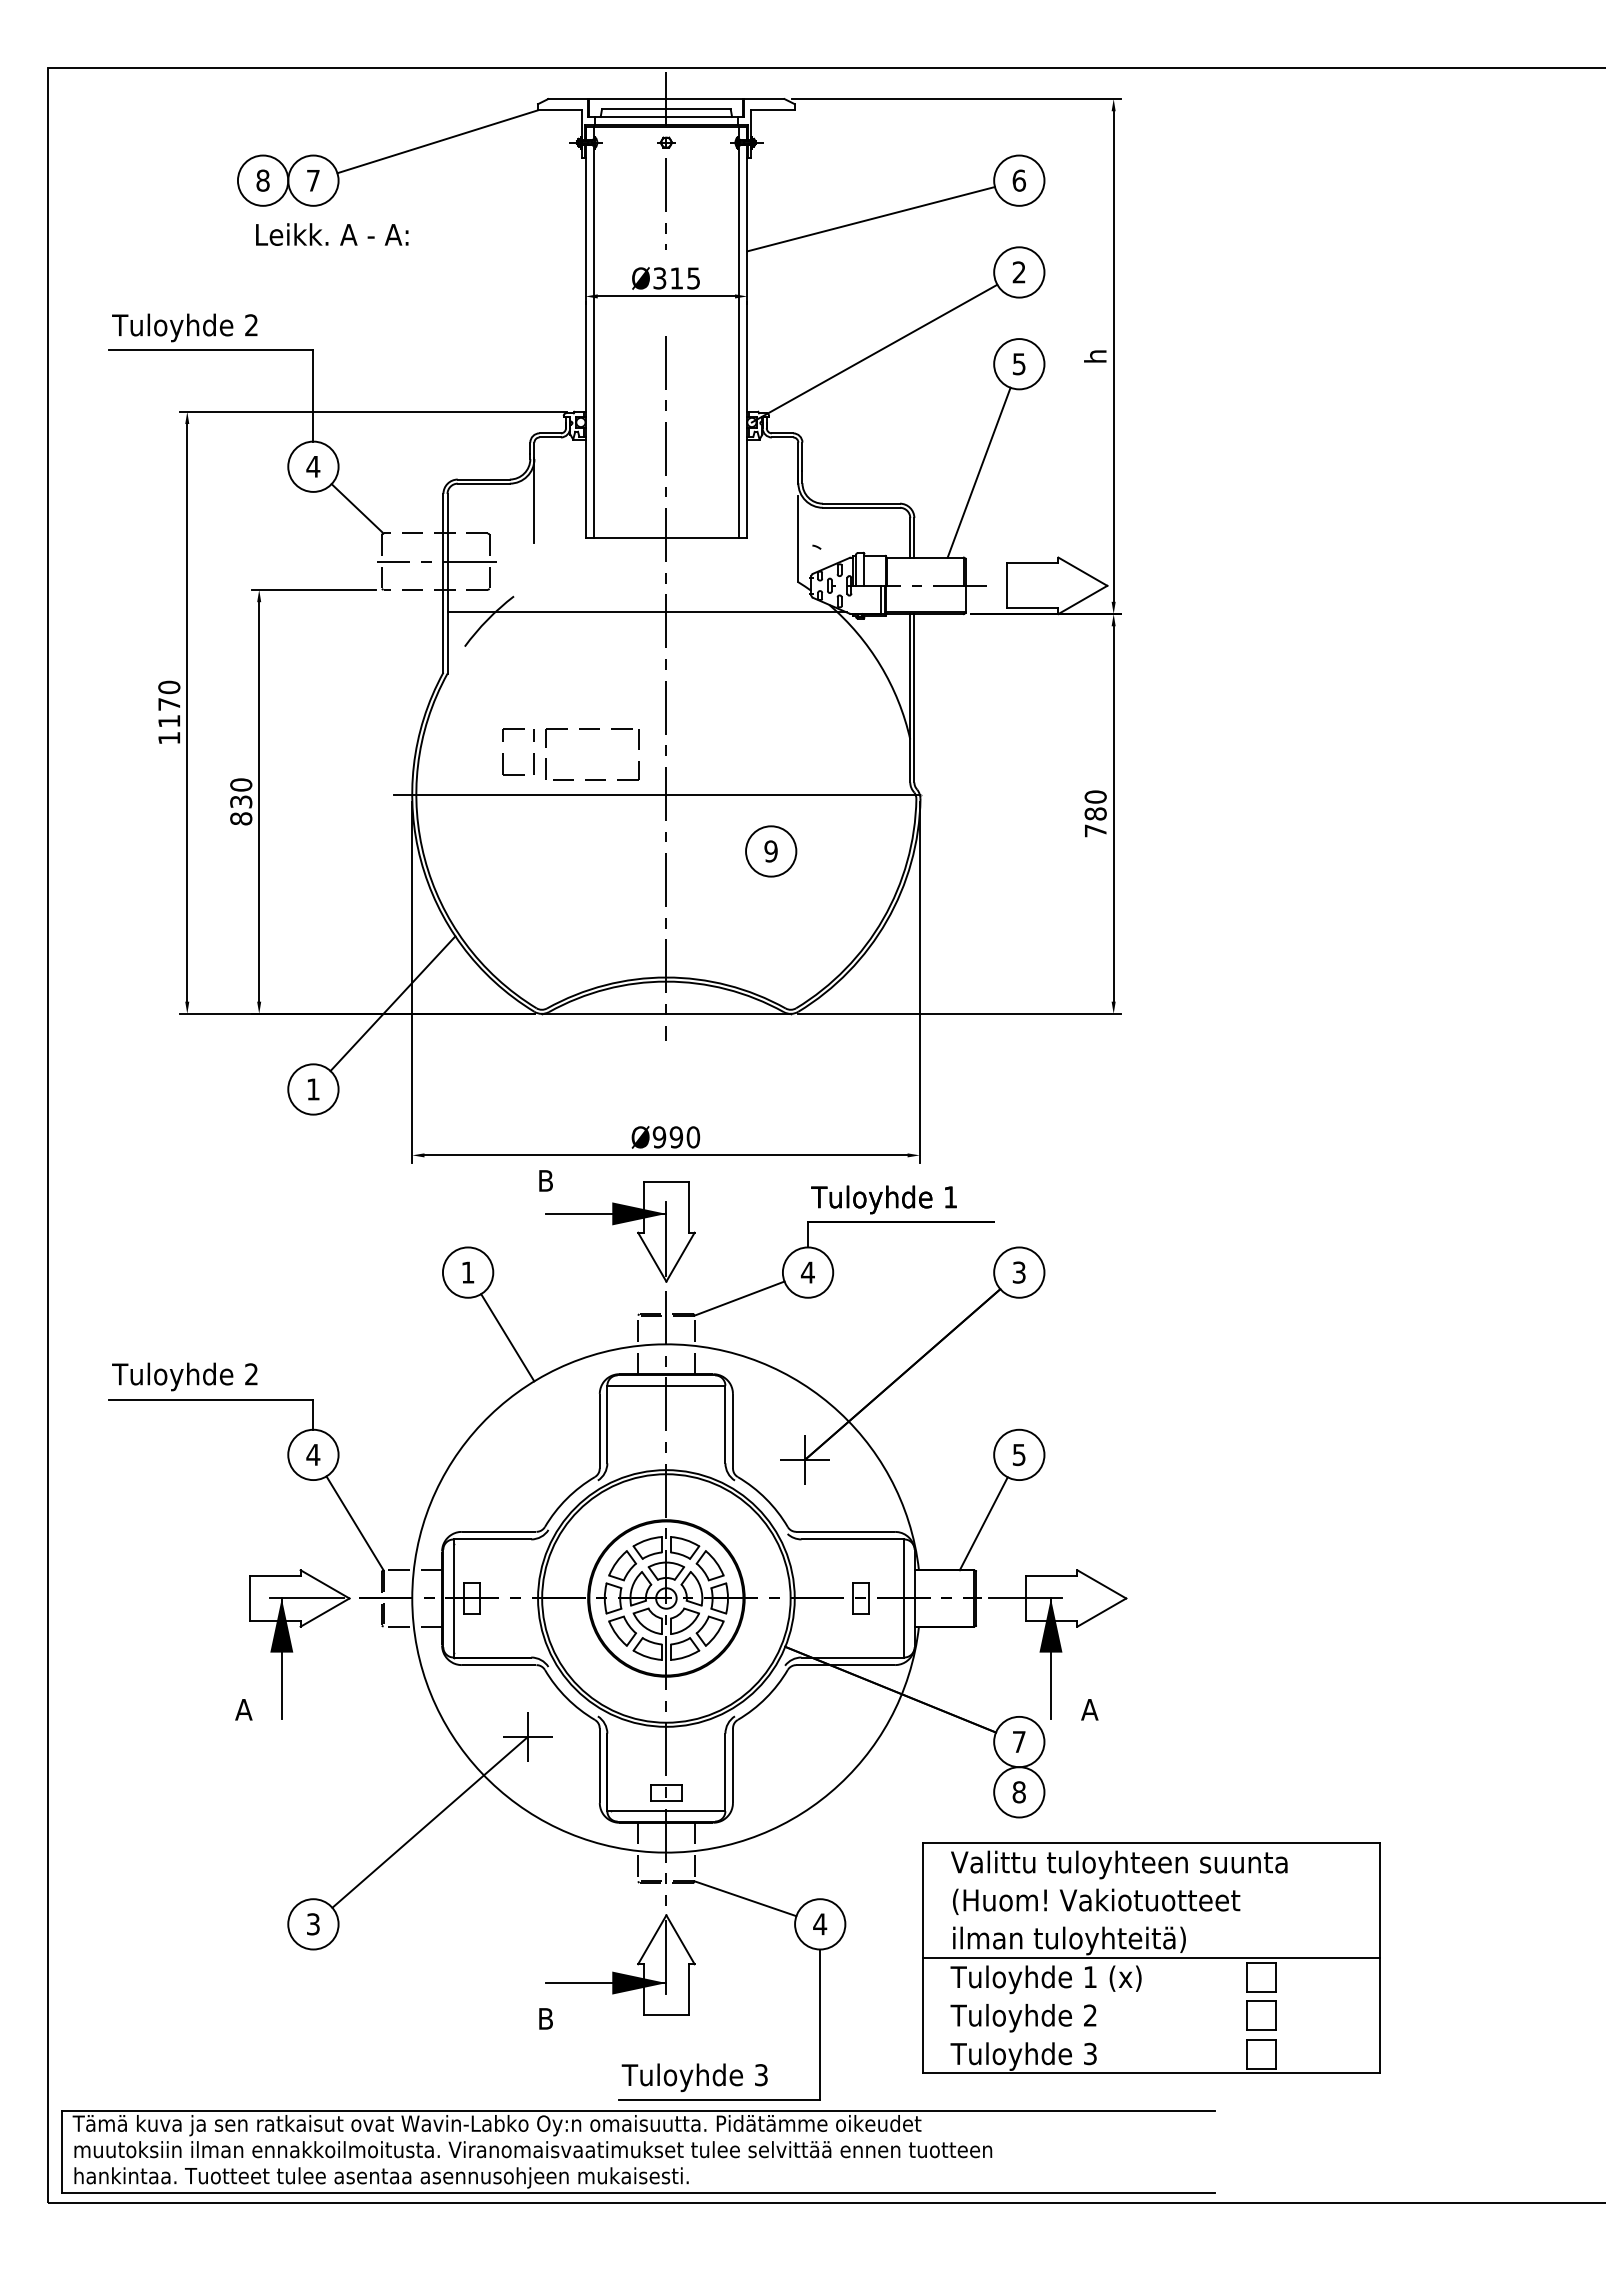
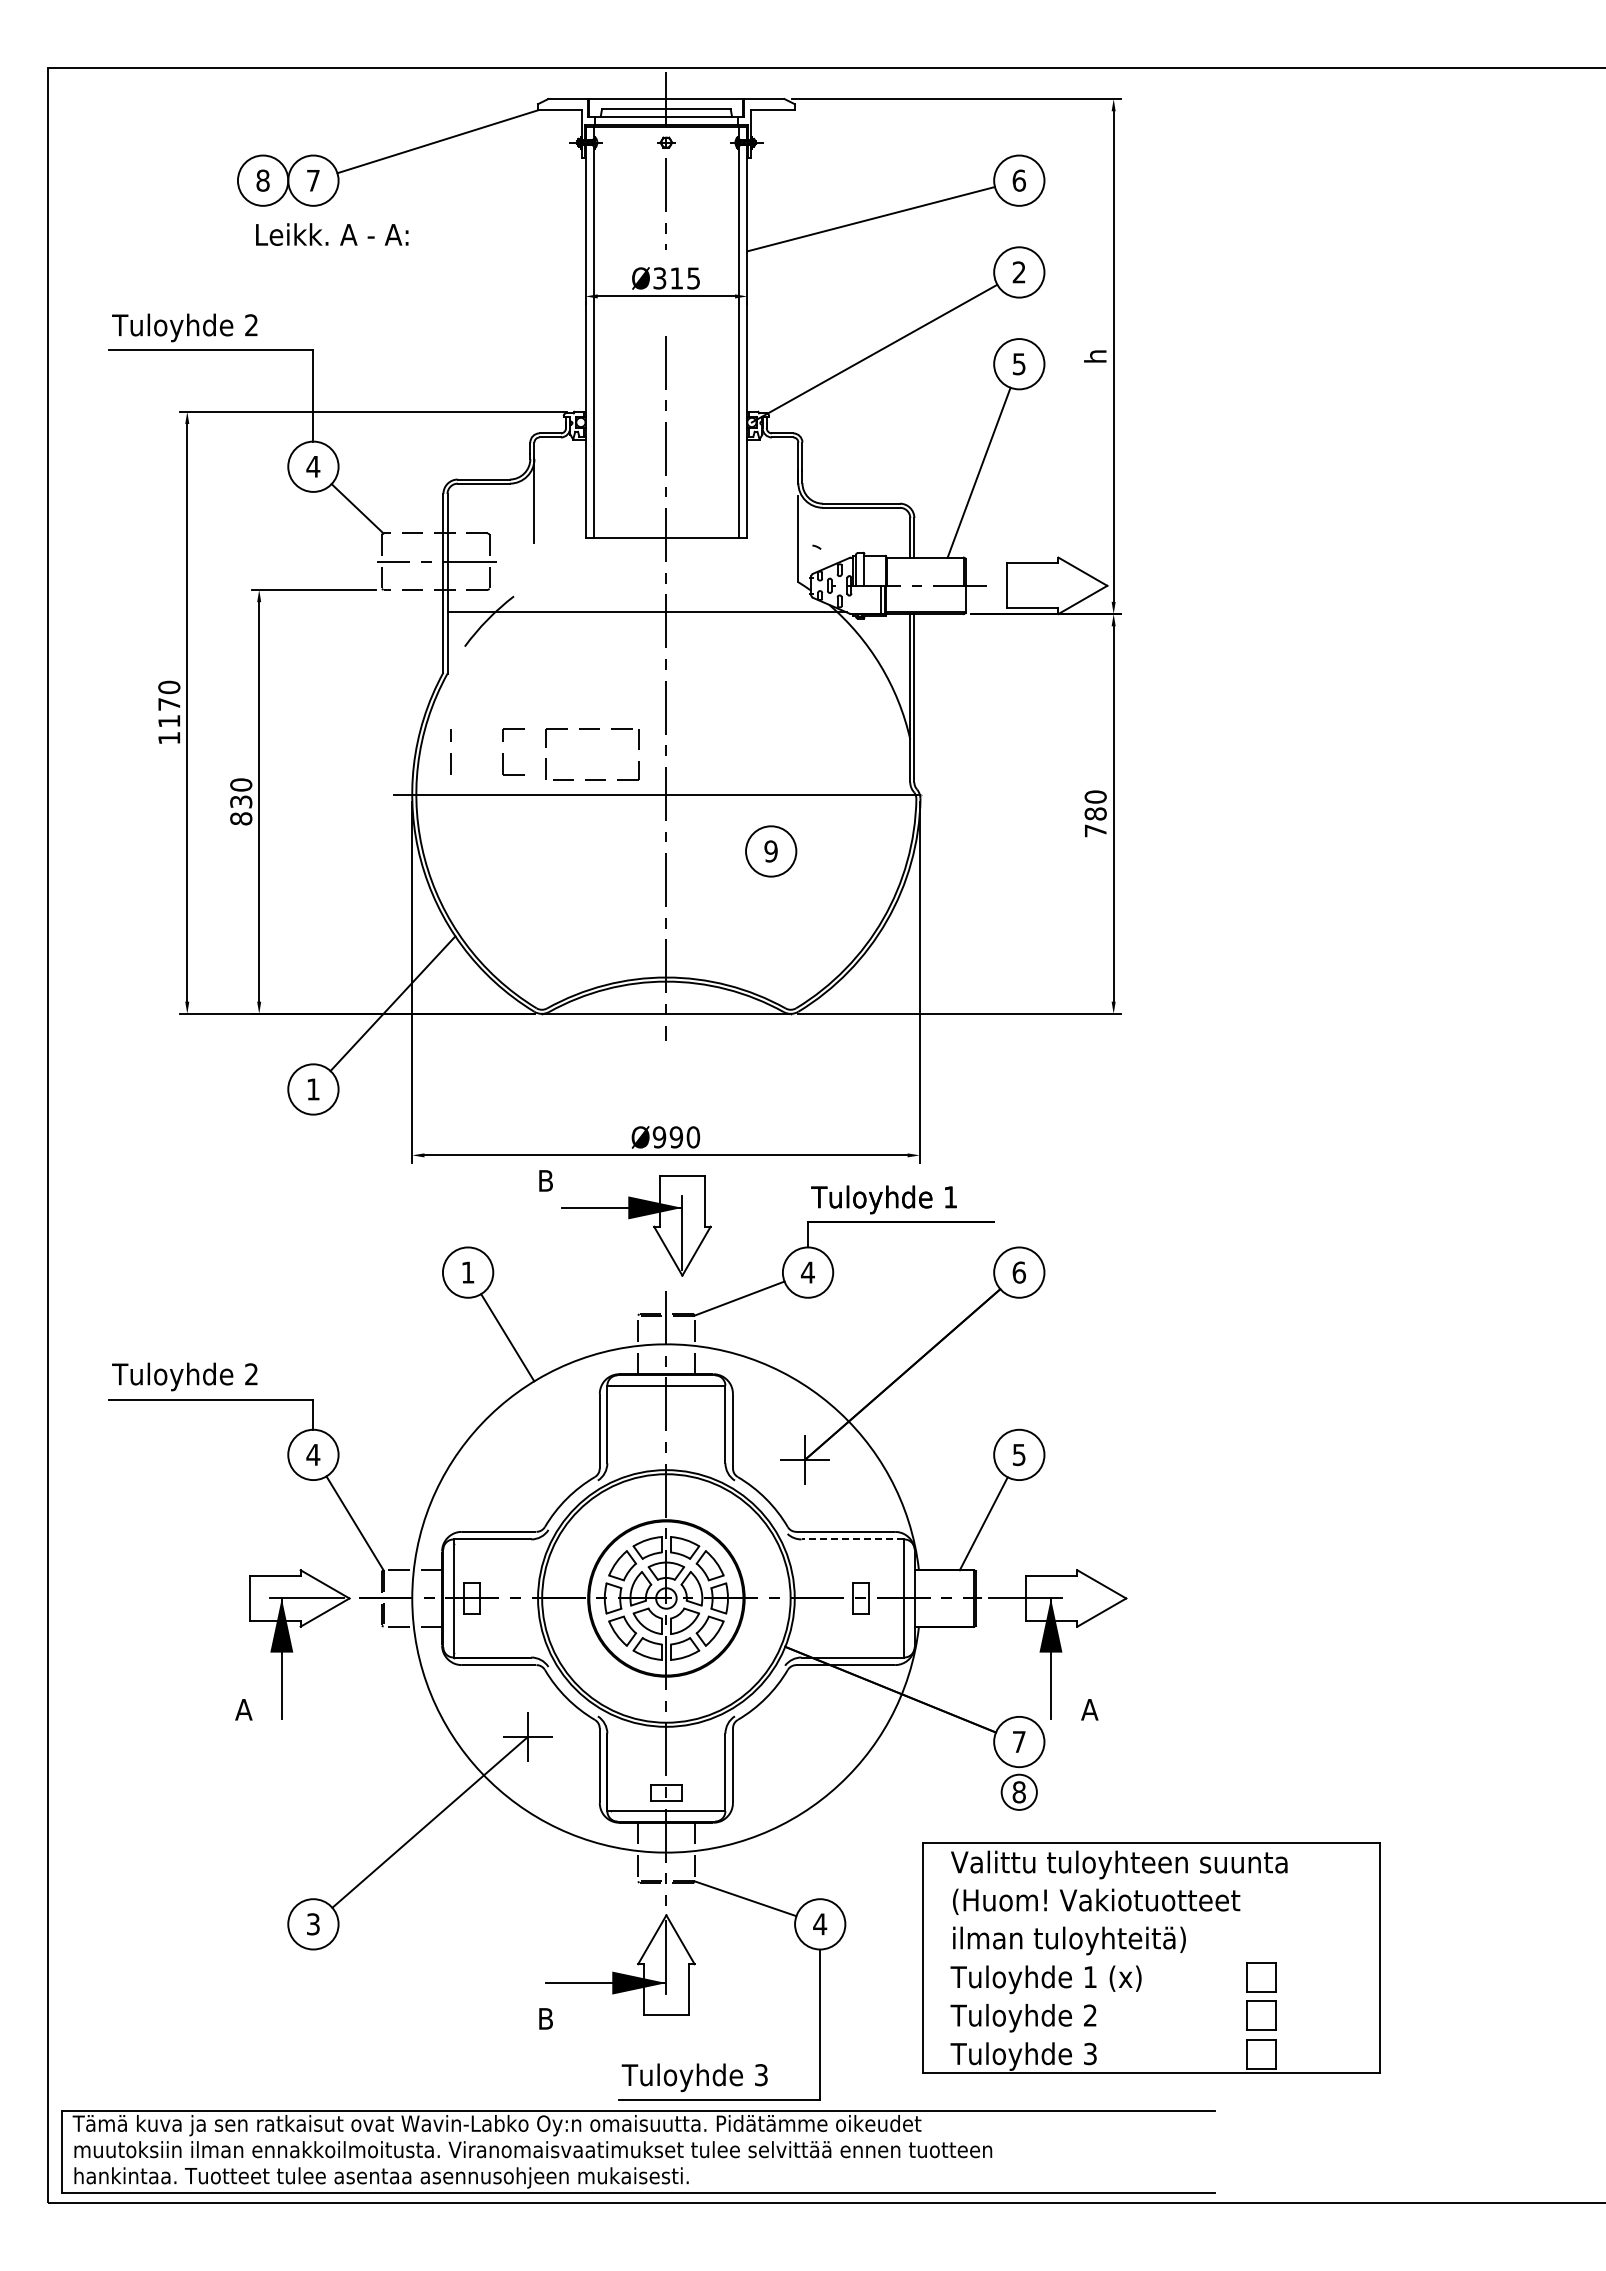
line at (533, 753) position: (533, 753) -> (450, 753)
part at (617, 1224) position: (617, 1224) -> (633, 1218)
text at (1019, 1272): 3 -> 6
line at (852, 1539): solid -> dashed
circle at (1019, 1792) diameter: 50 px -> 35 px
line at (1151, 1958): present -> none
